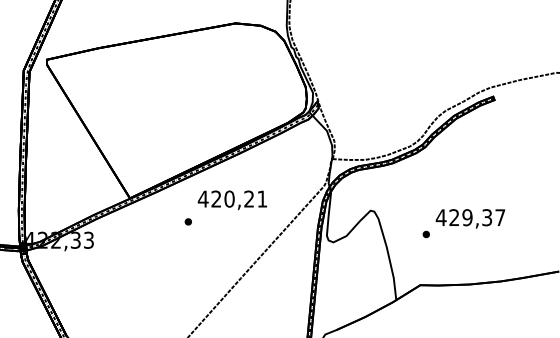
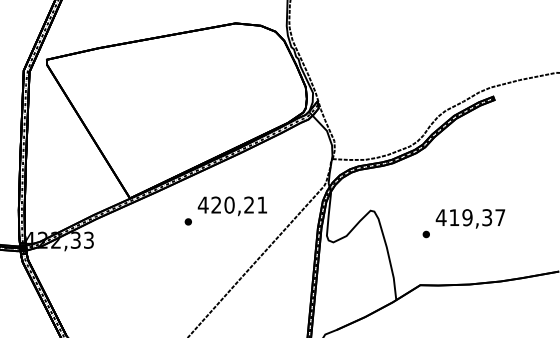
text at (231, 200) position: (231, 200) -> (231, 206)
text at (454, 217): 429,37 -> 419,37
